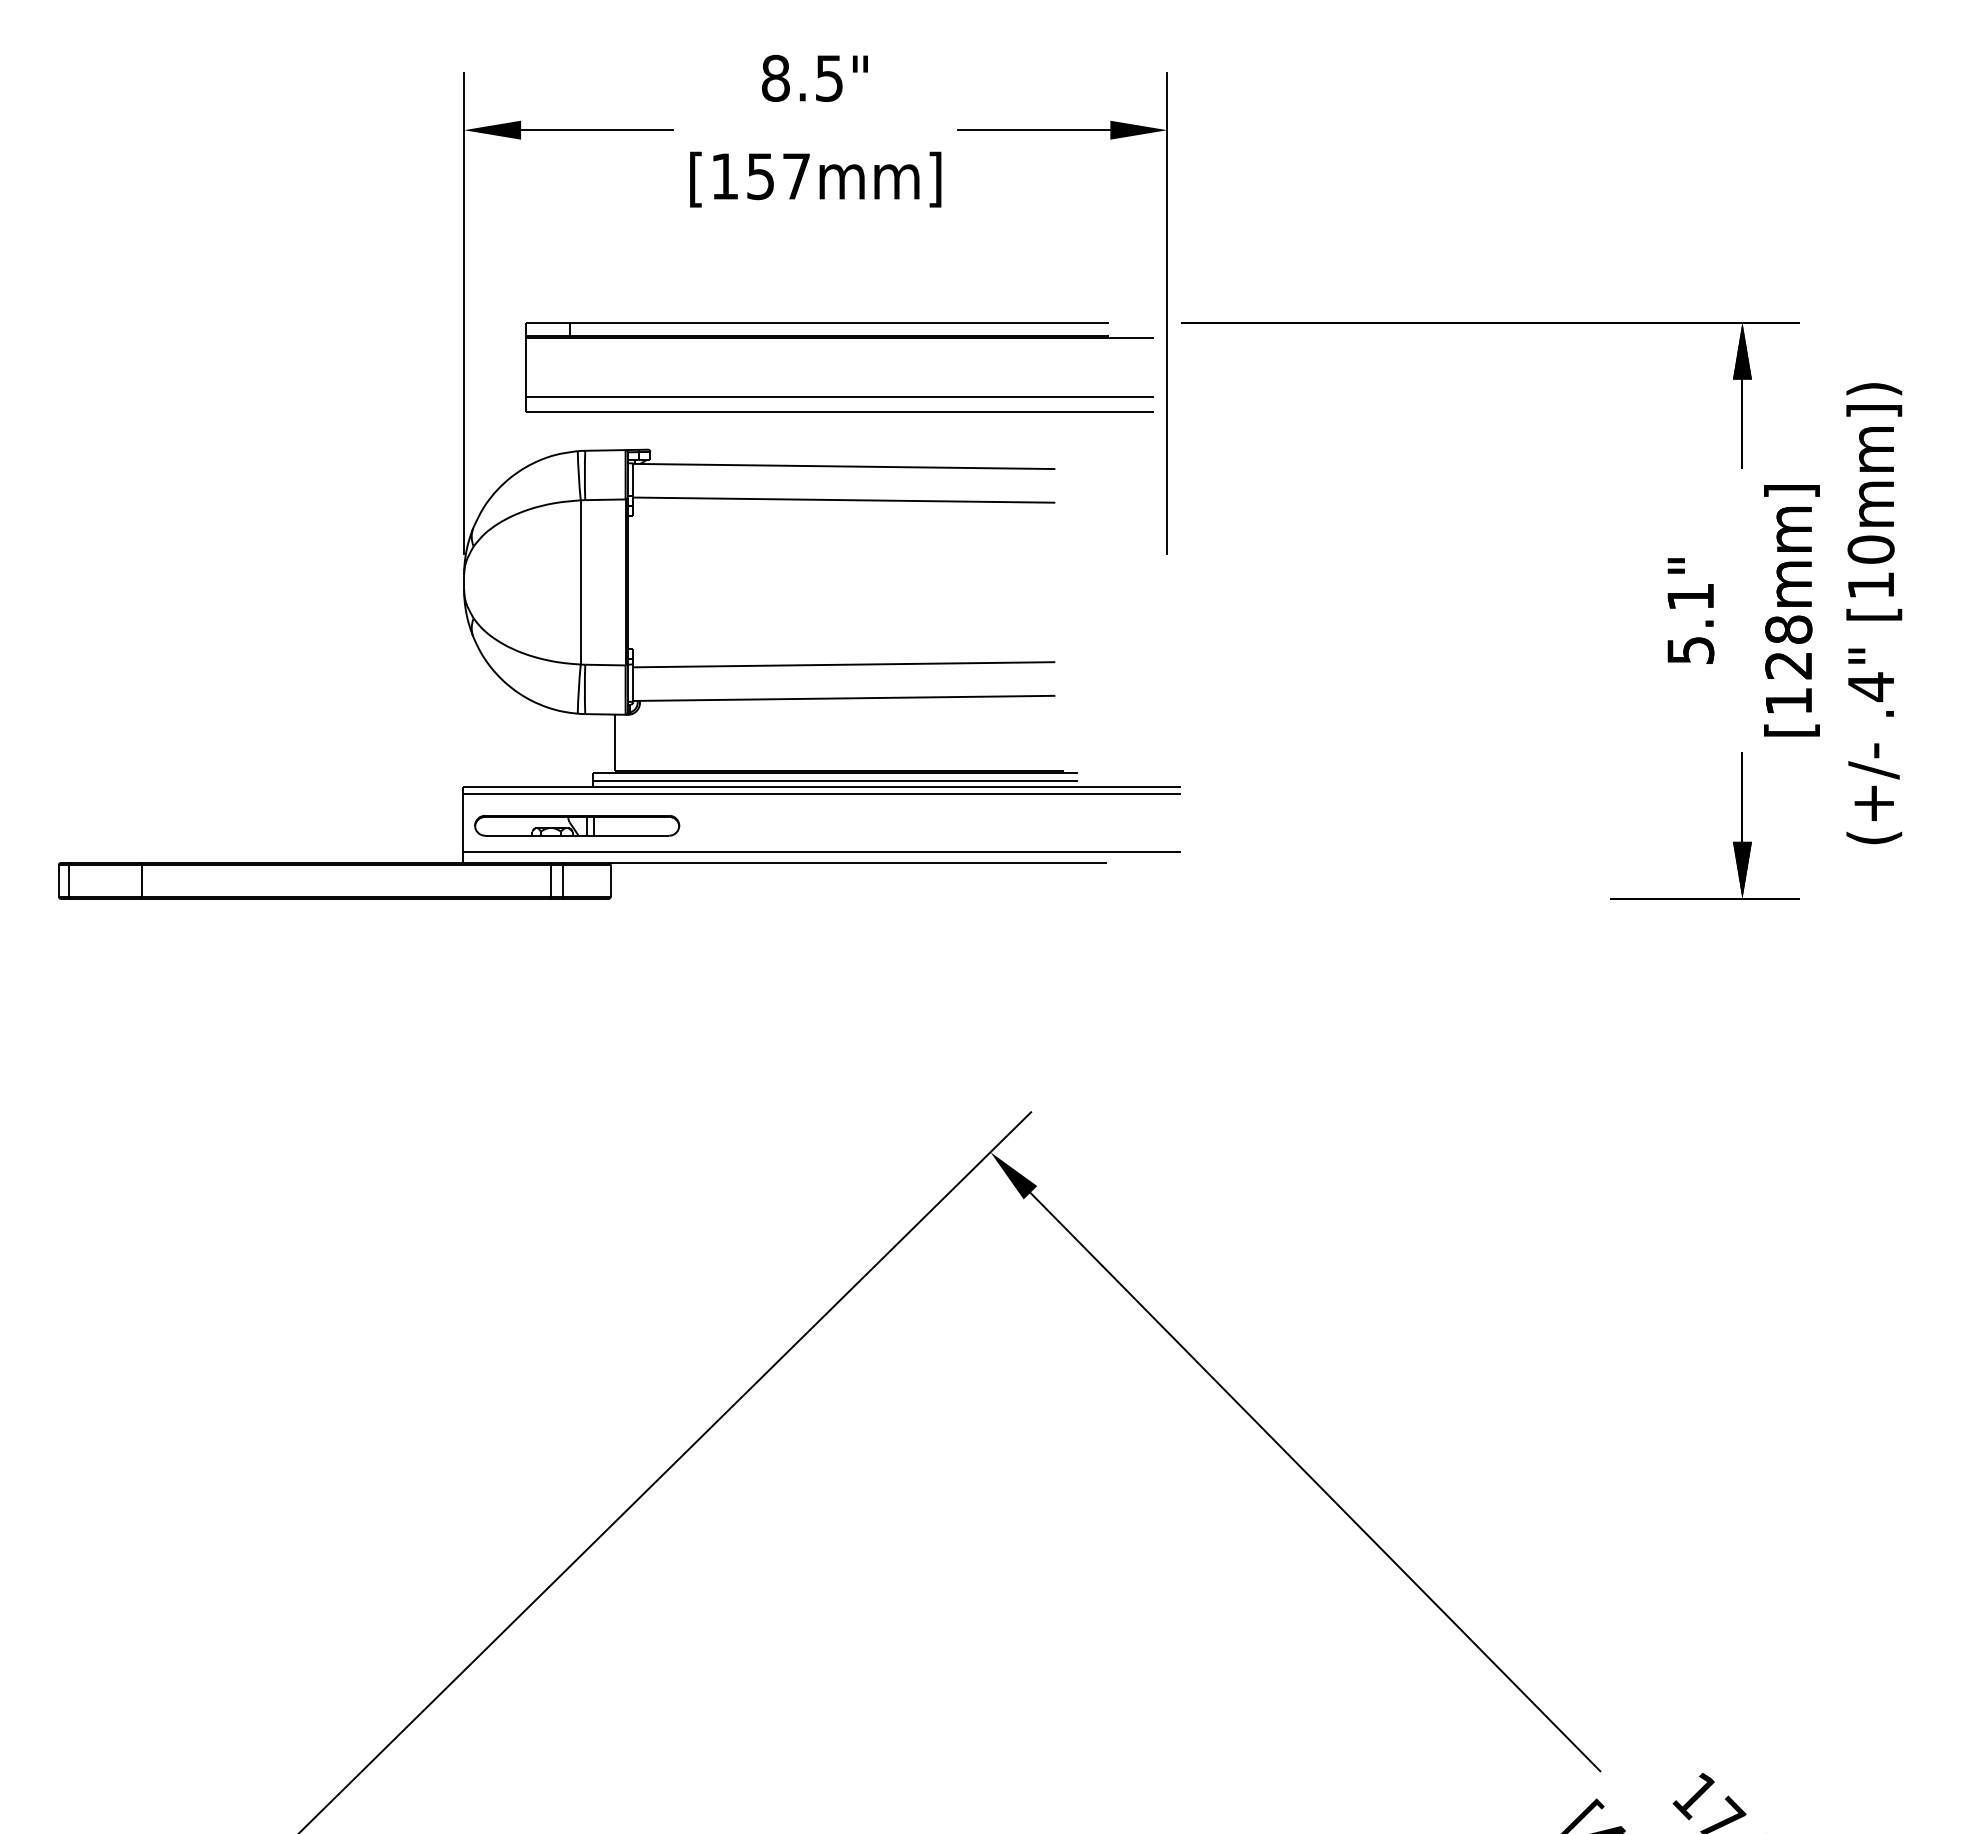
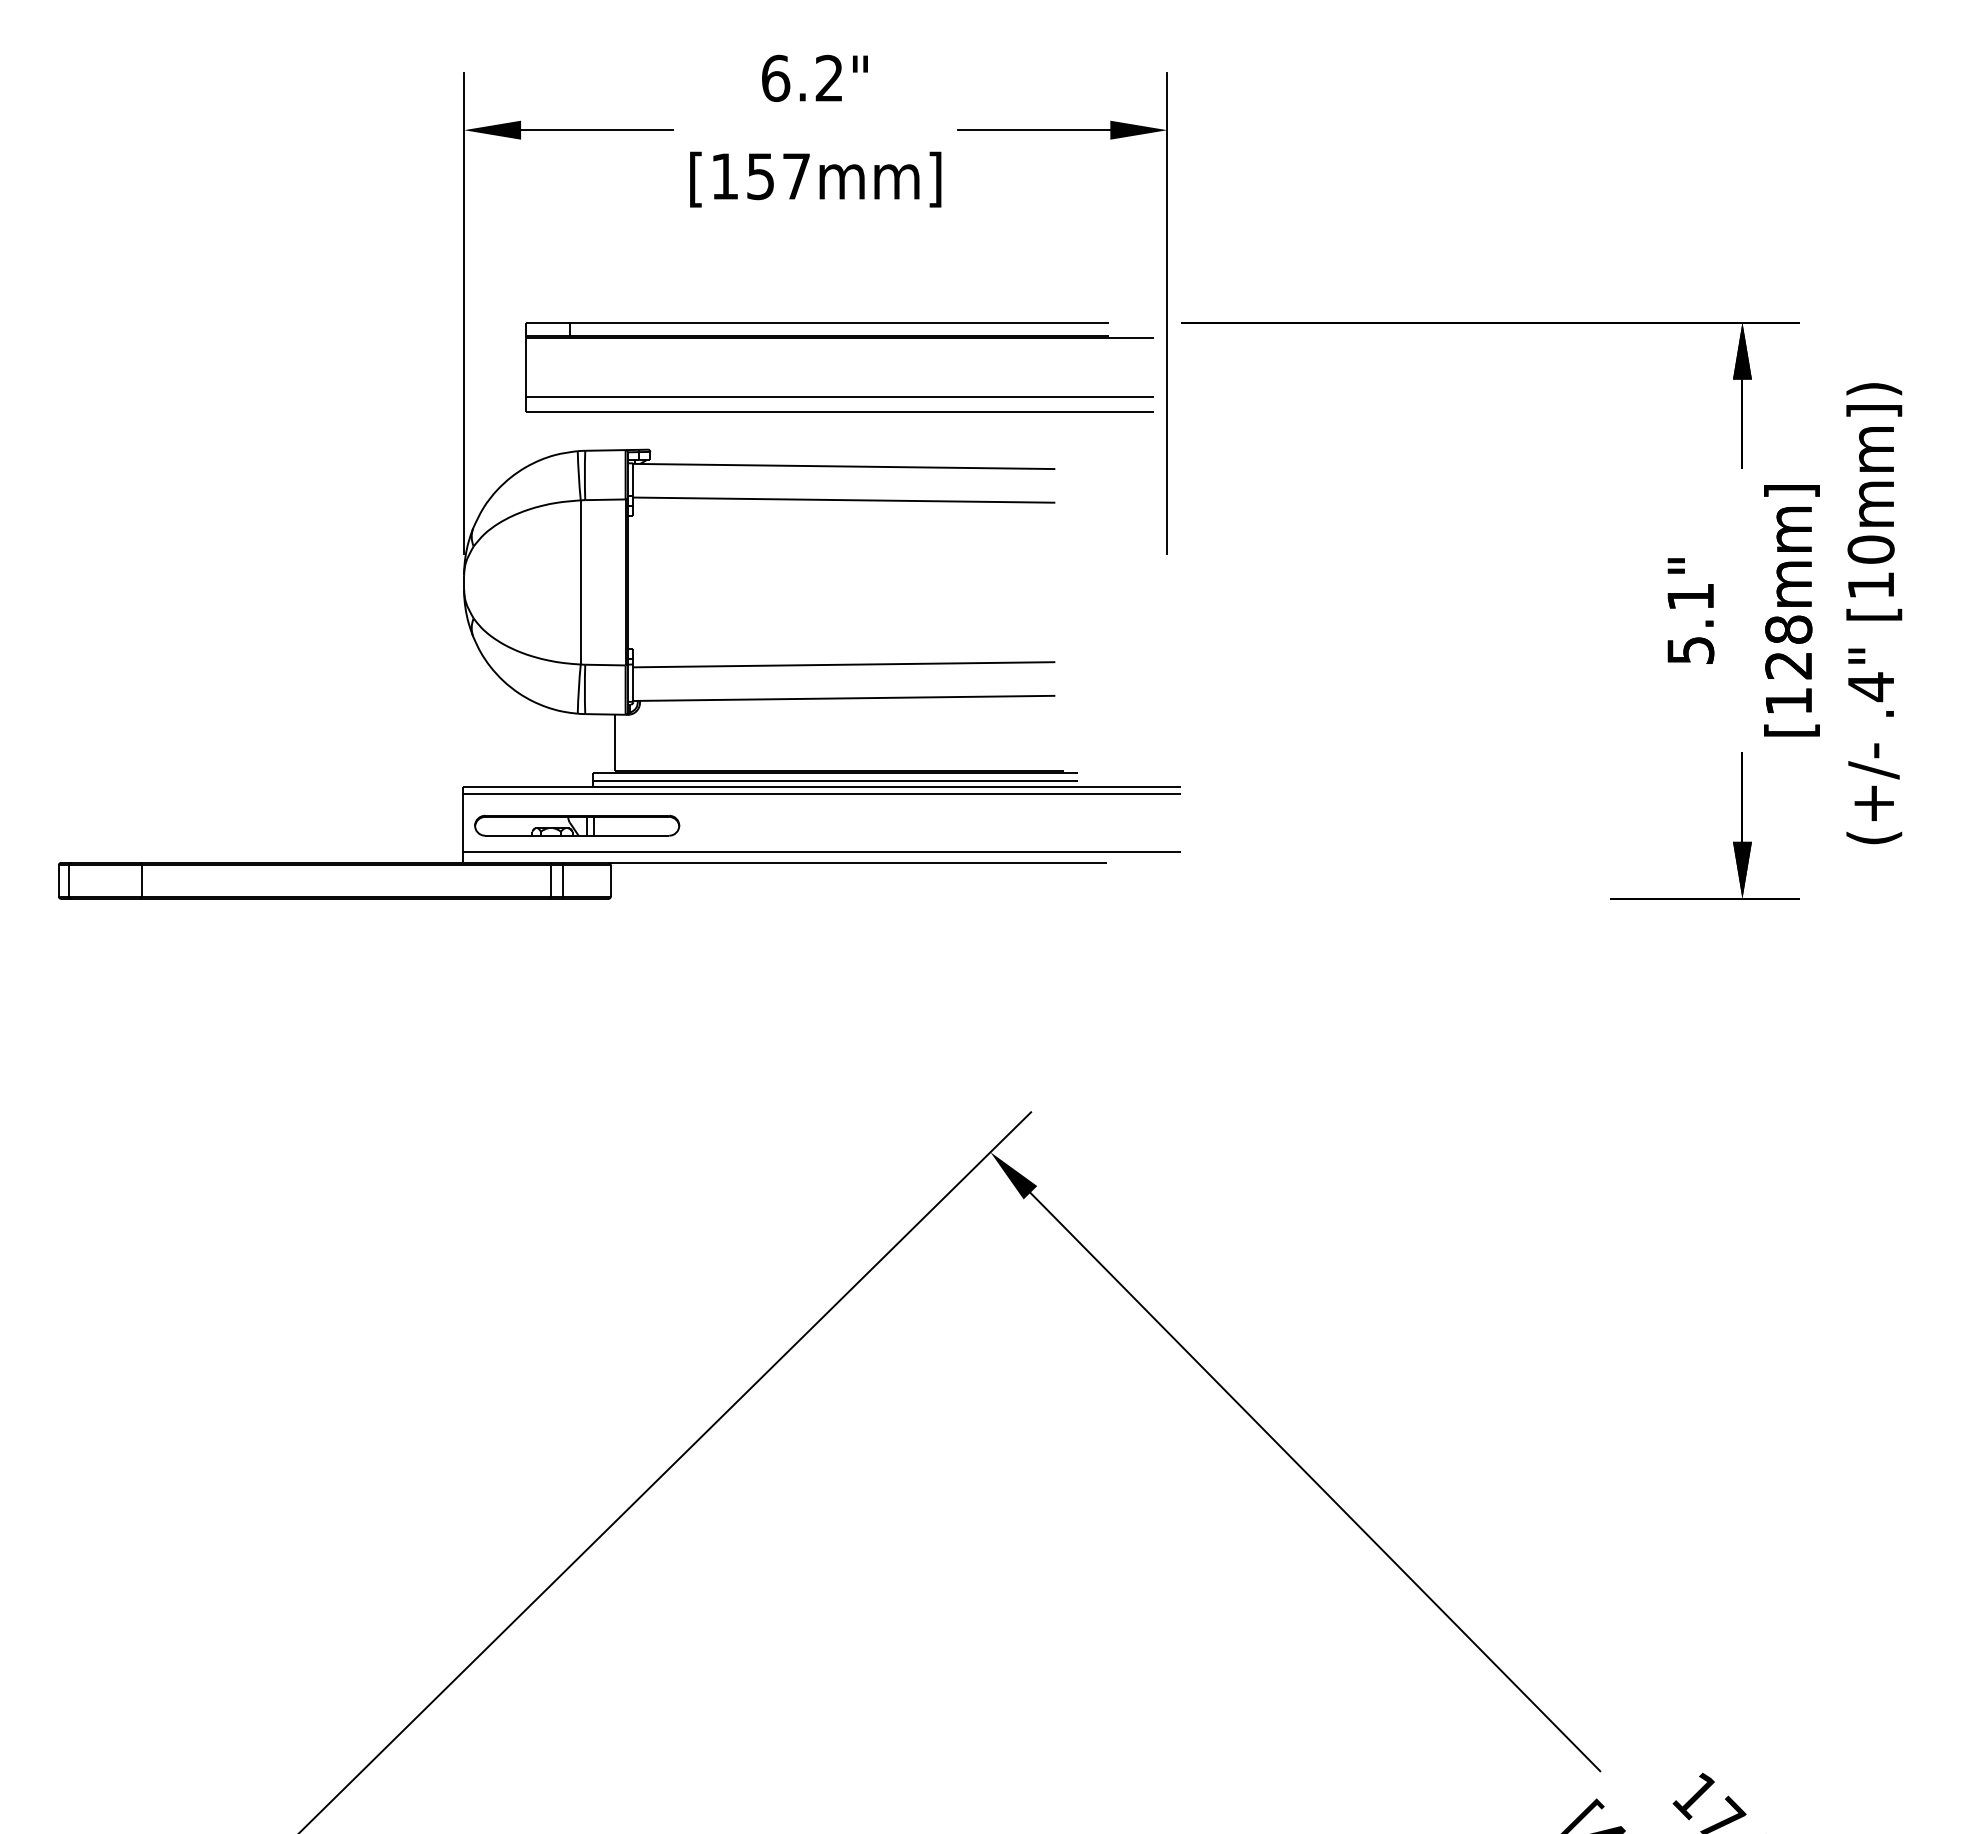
text at (801, 78): 8.5" -> 6.2"
